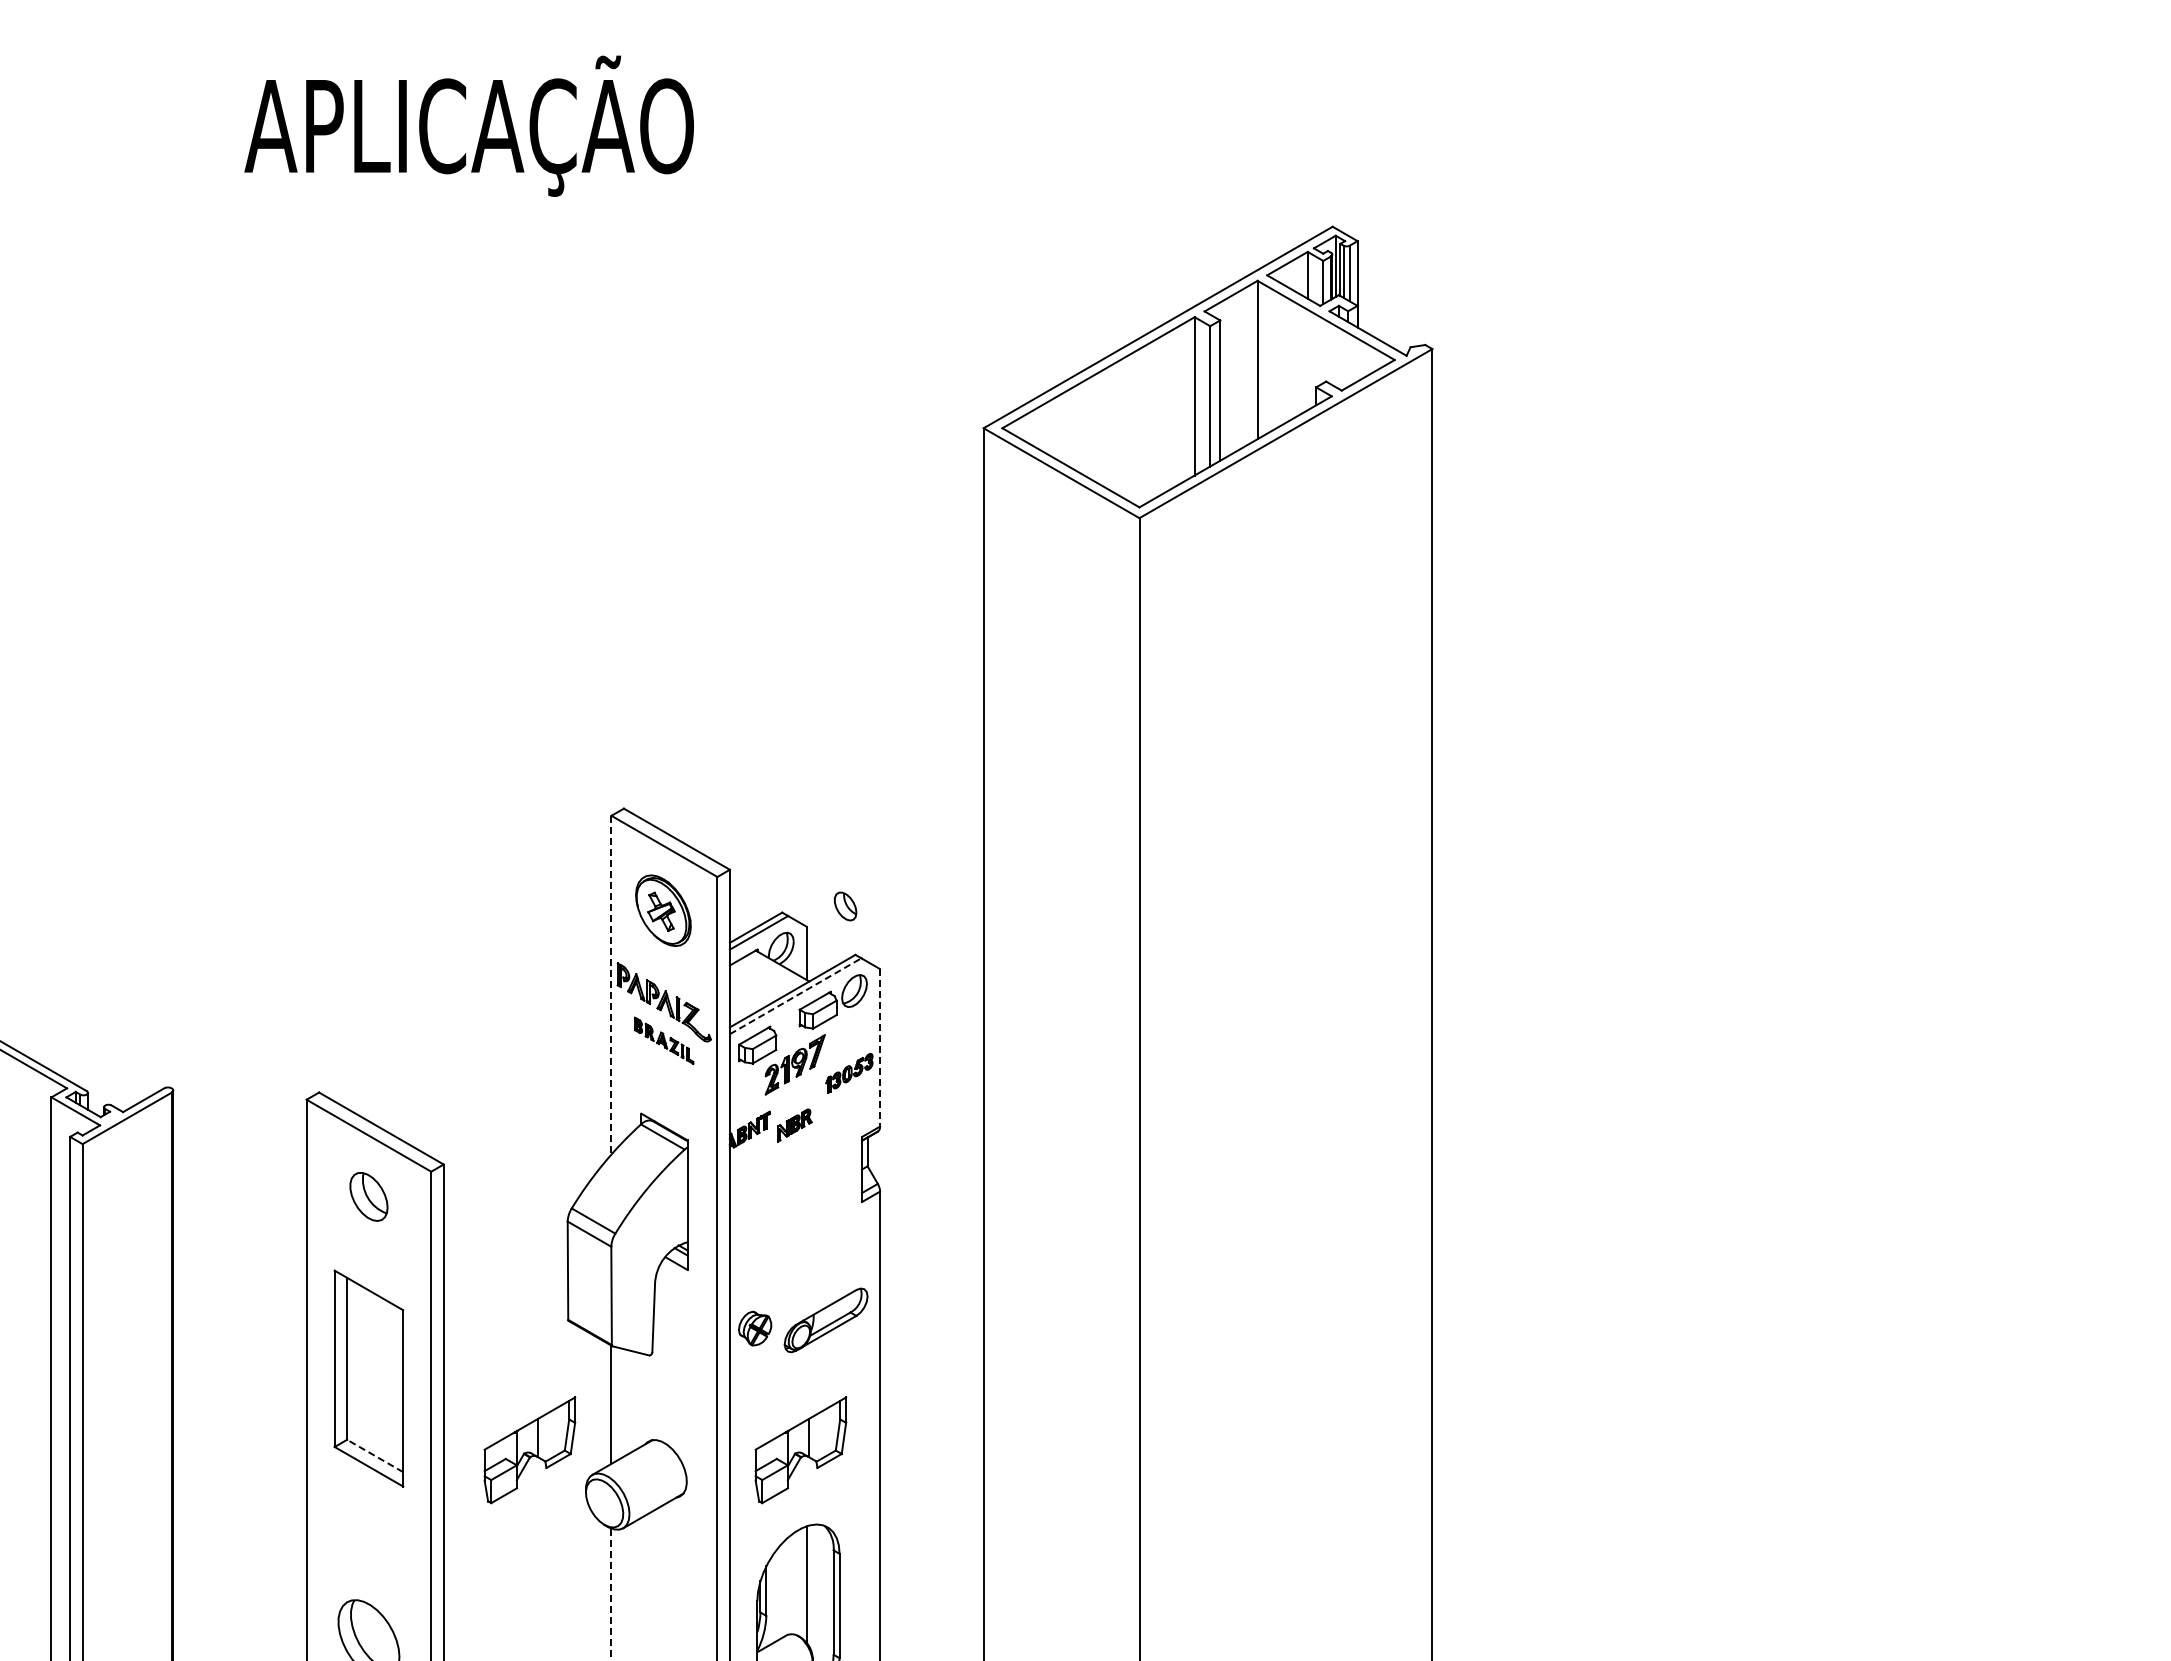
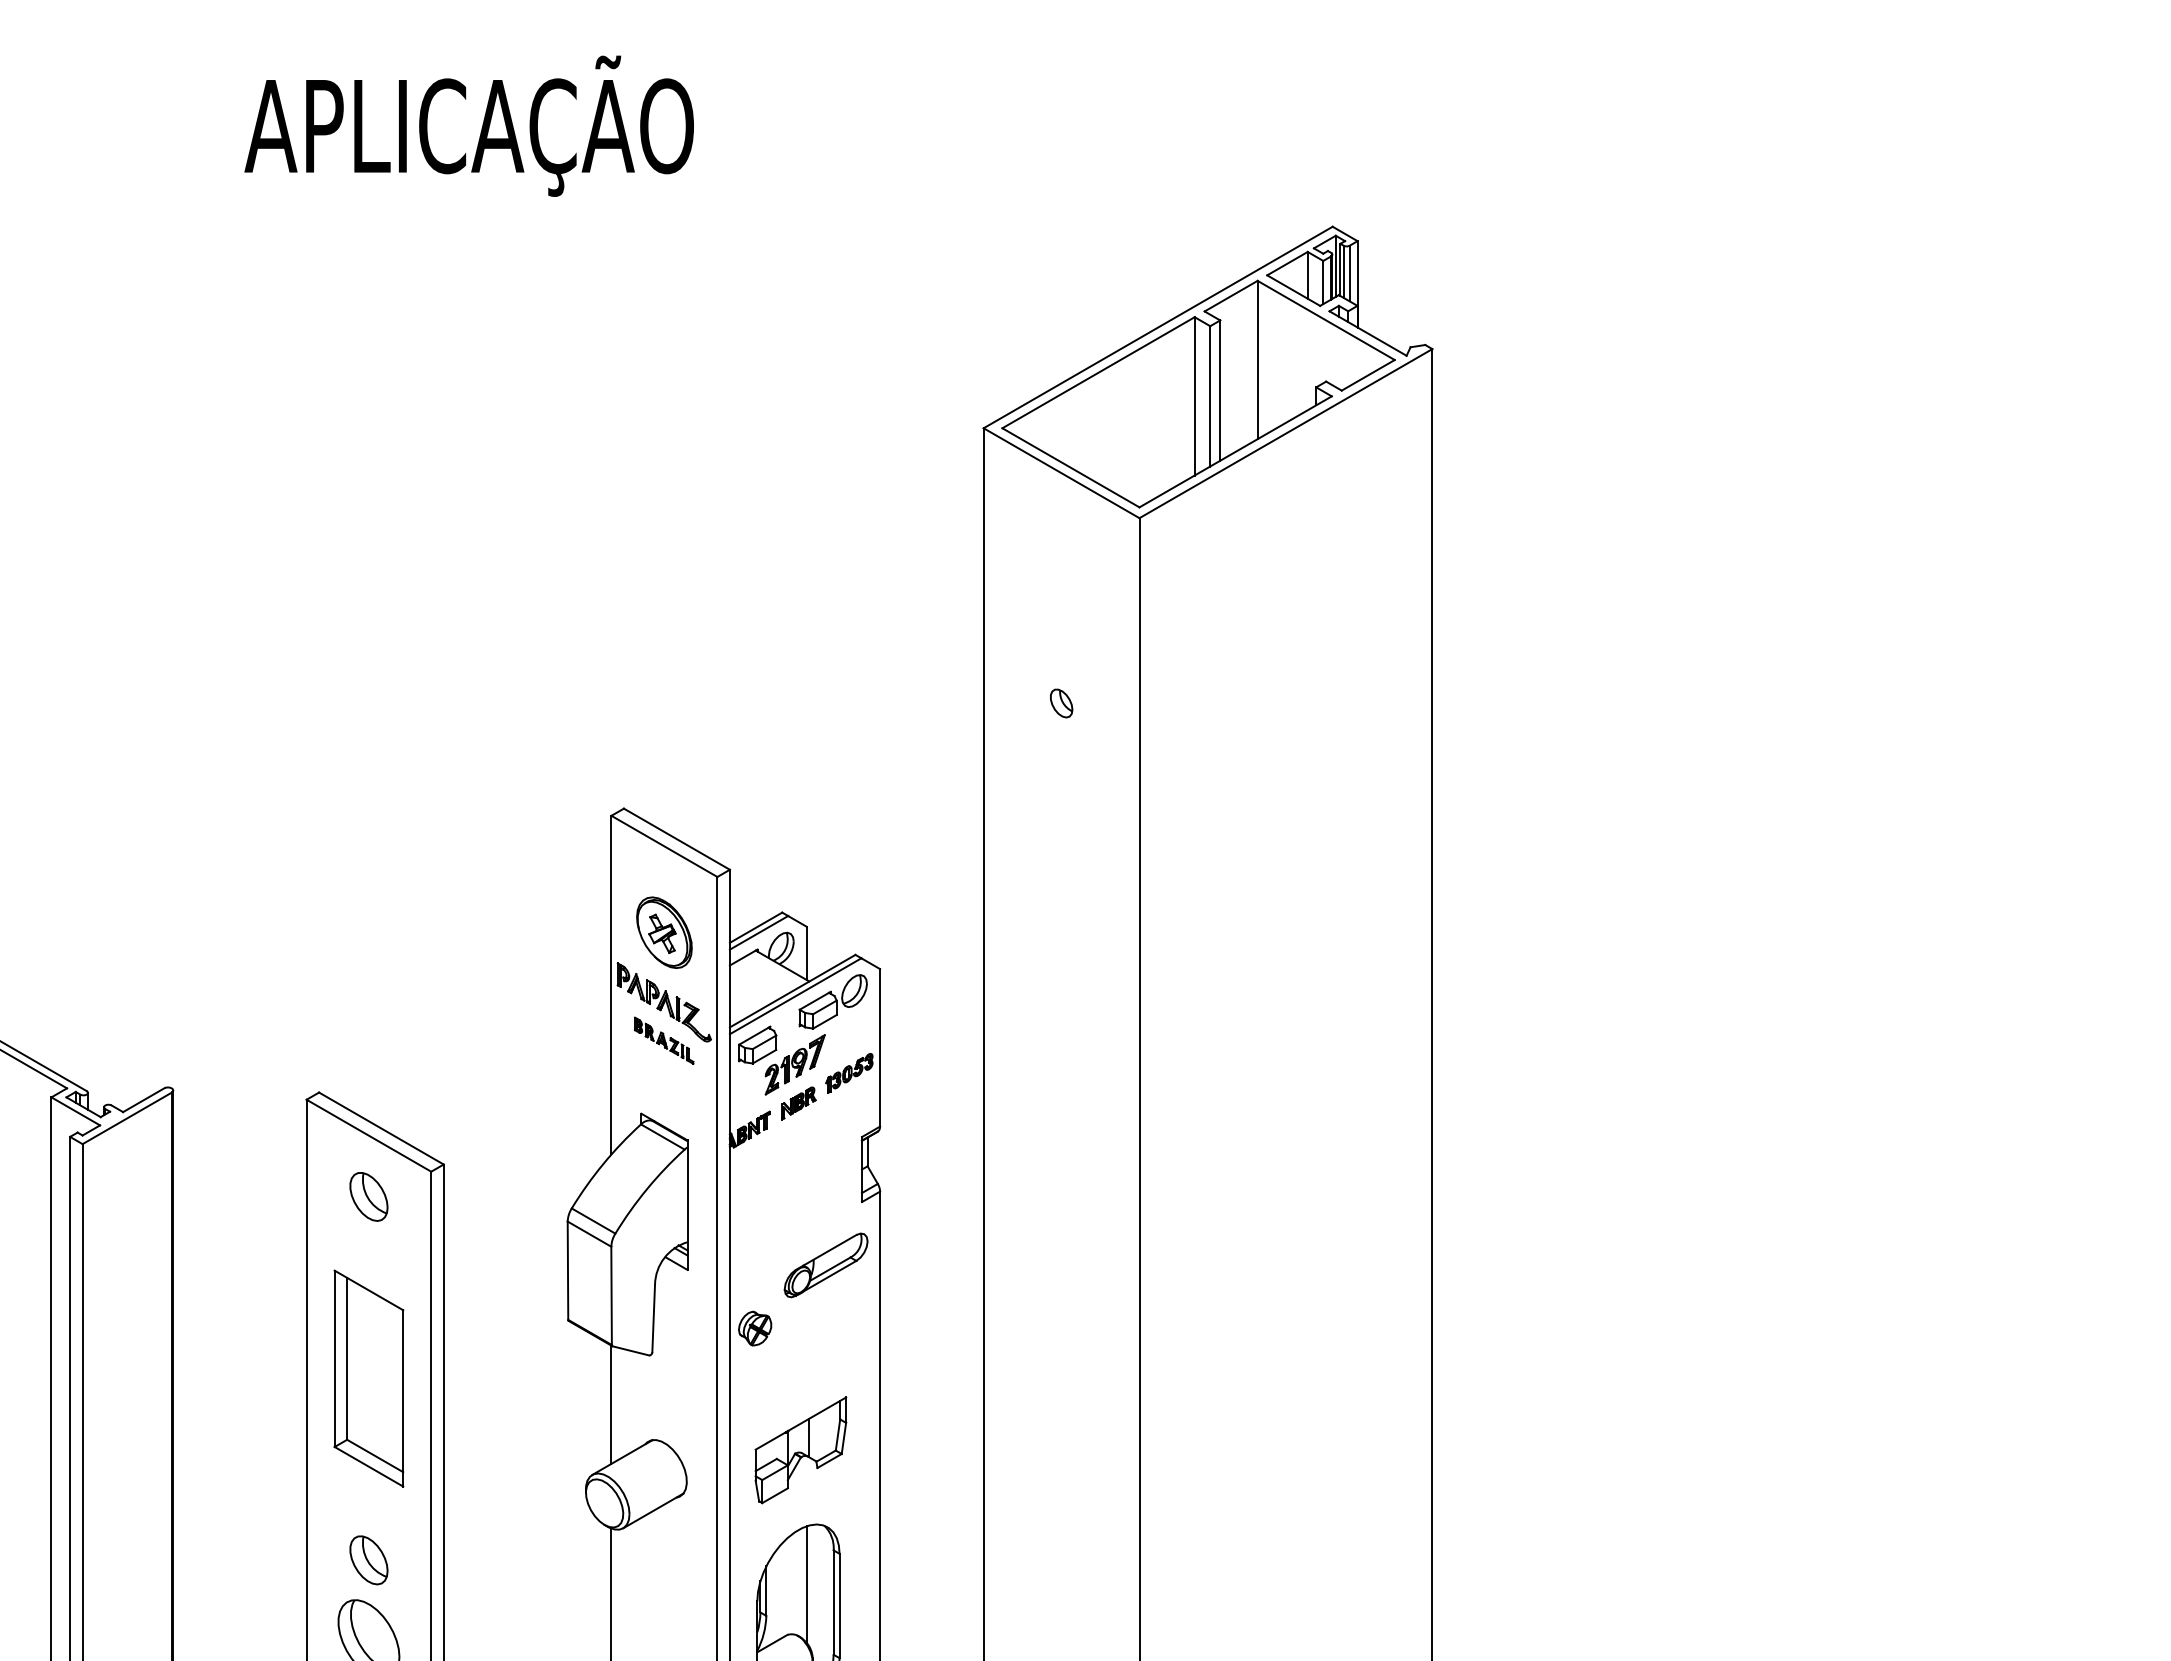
part at (845, 906) position: (845, 906) -> (1061, 703)
part at (663, 910) position: (663, 910) -> (664, 932)
line at (611, 985): dashed -> solid
line at (795, 996): dashed -> solid
line at (880, 1047): dashed -> solid
part at (794, 1125) position: (794, 1125) -> (798, 1103)
part at (825, 1320) position: (825, 1320) -> (825, 1265)
part at (529, 1450): present -> none
line at (374, 1455): dashed -> solid
part at (368, 1560): none -> present
line at (611, 1594): dashed -> solid
